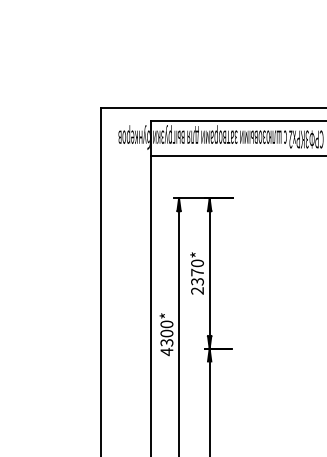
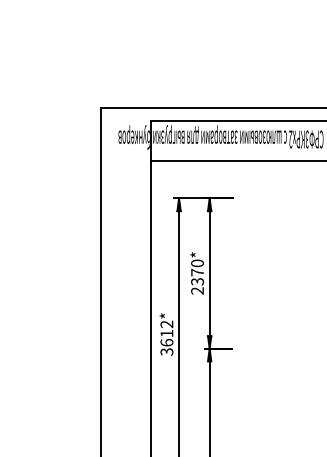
line at (237, 156) position: (237, 156) -> (237, 161)
text at (166, 338): 4300* -> 3612*
